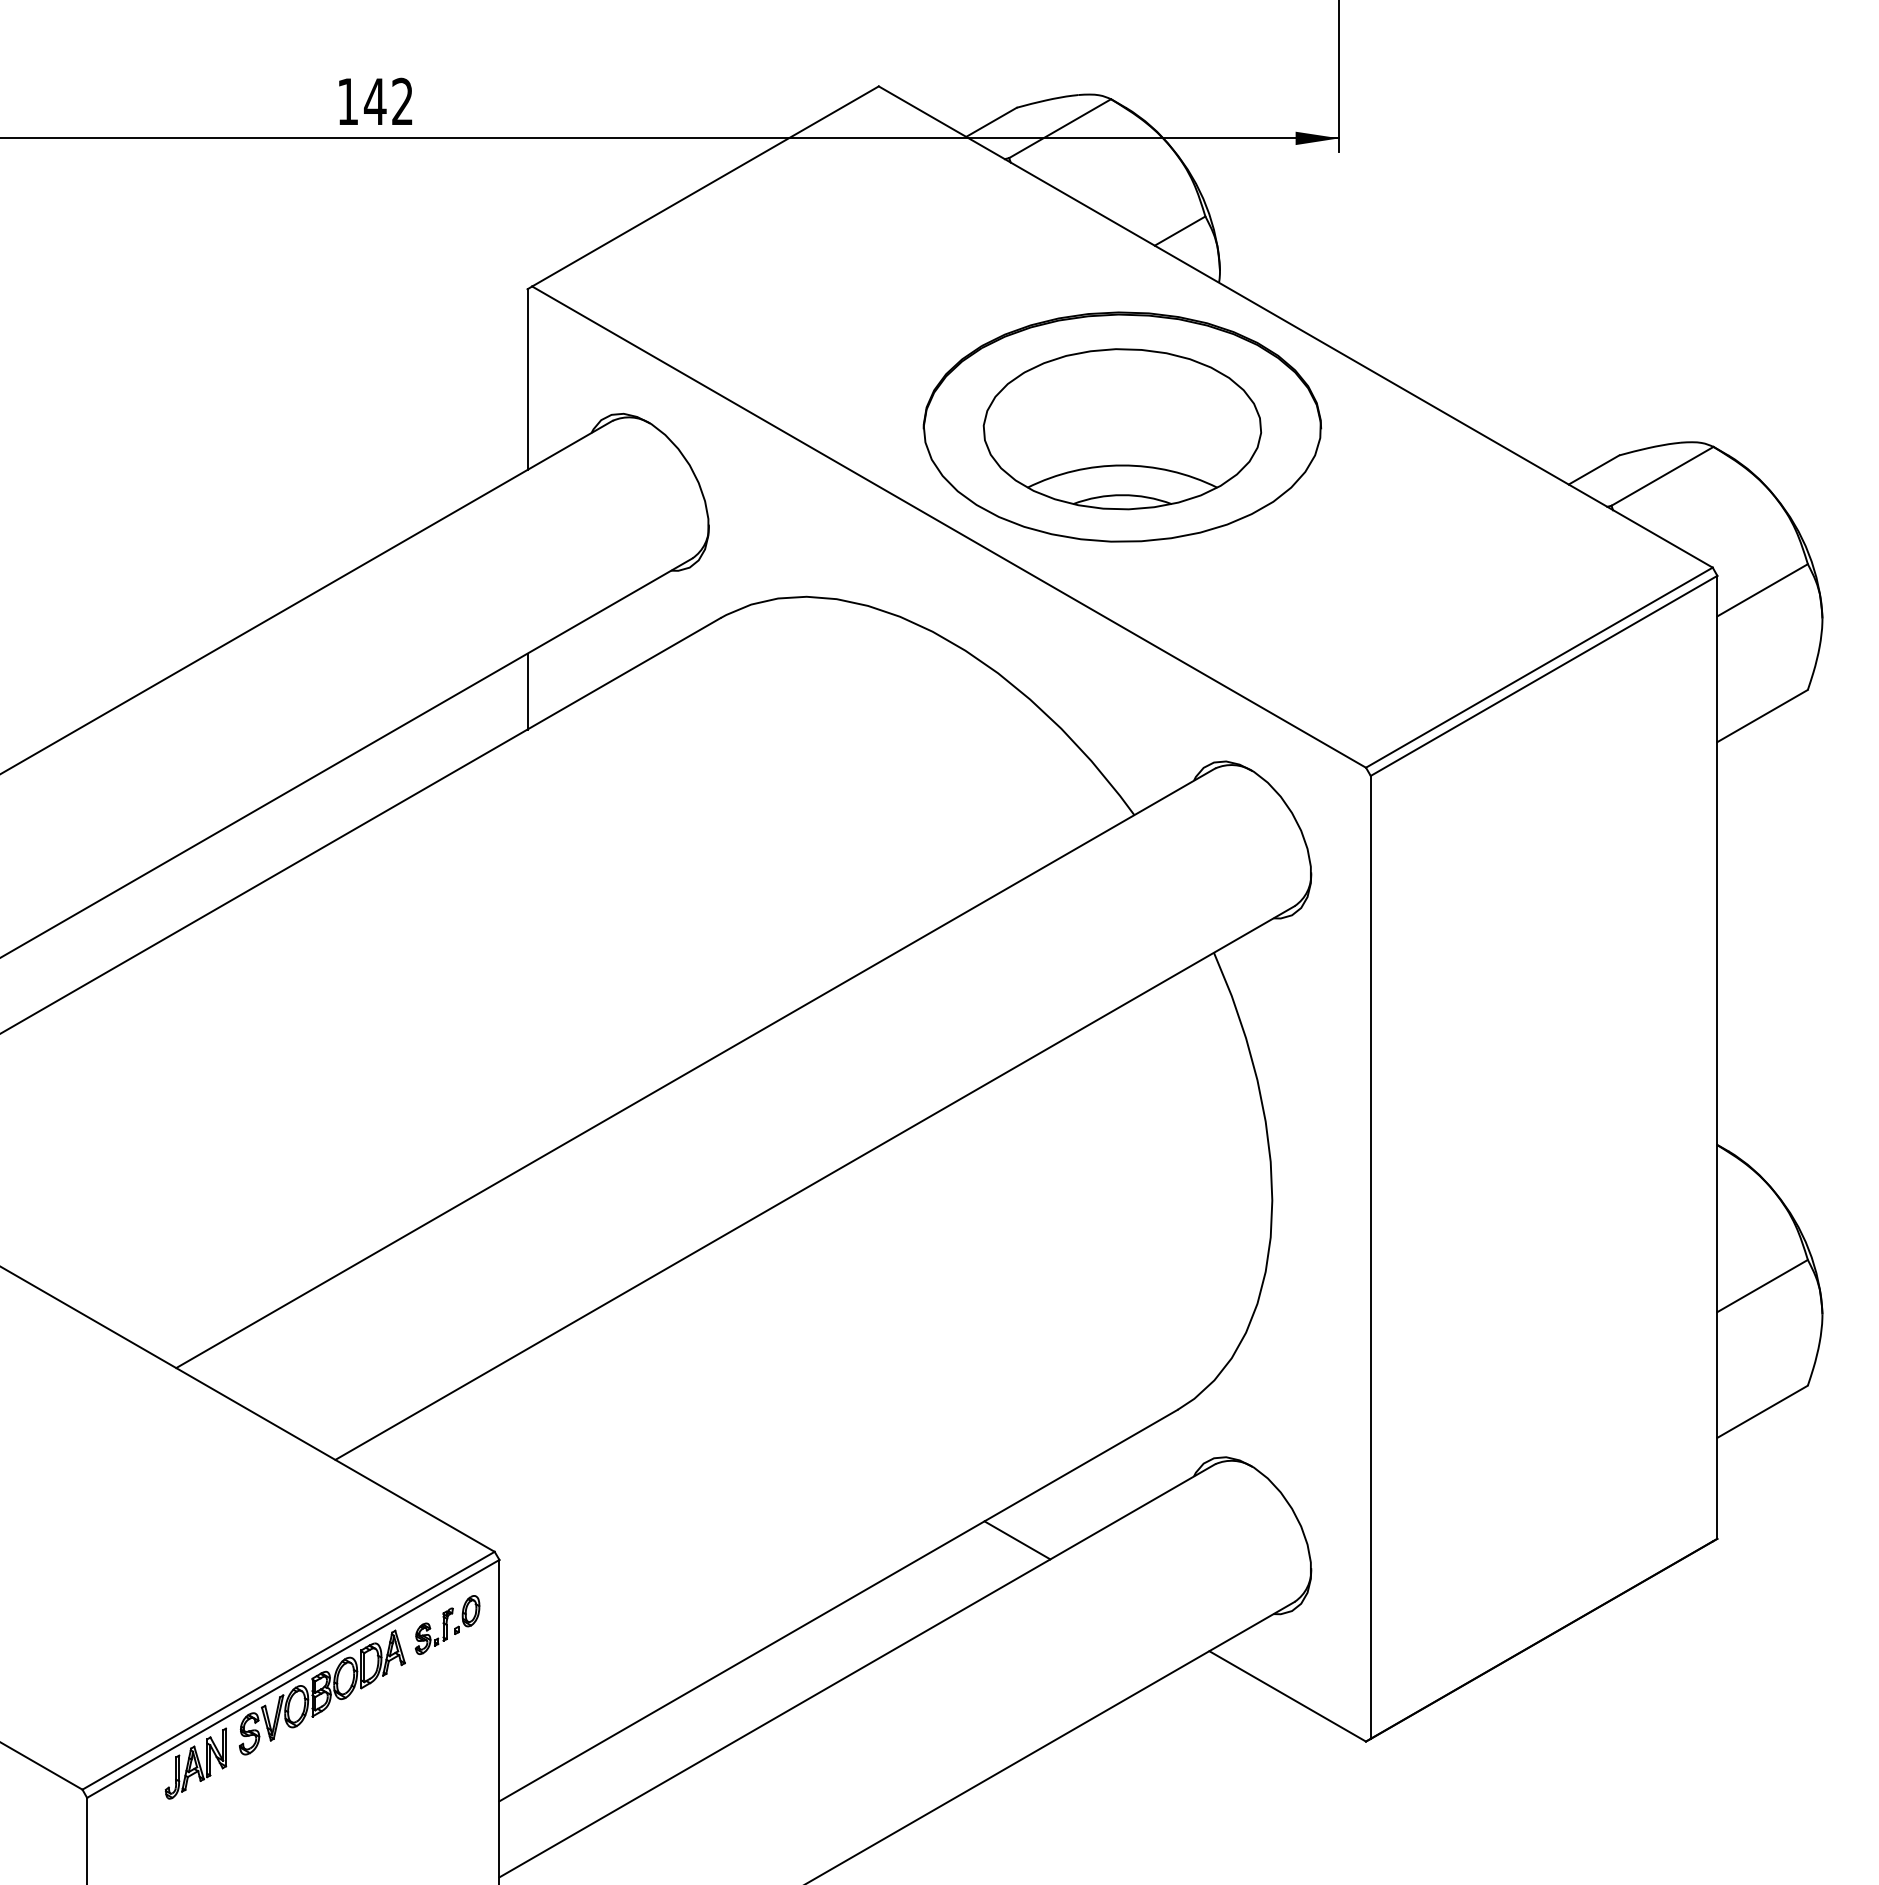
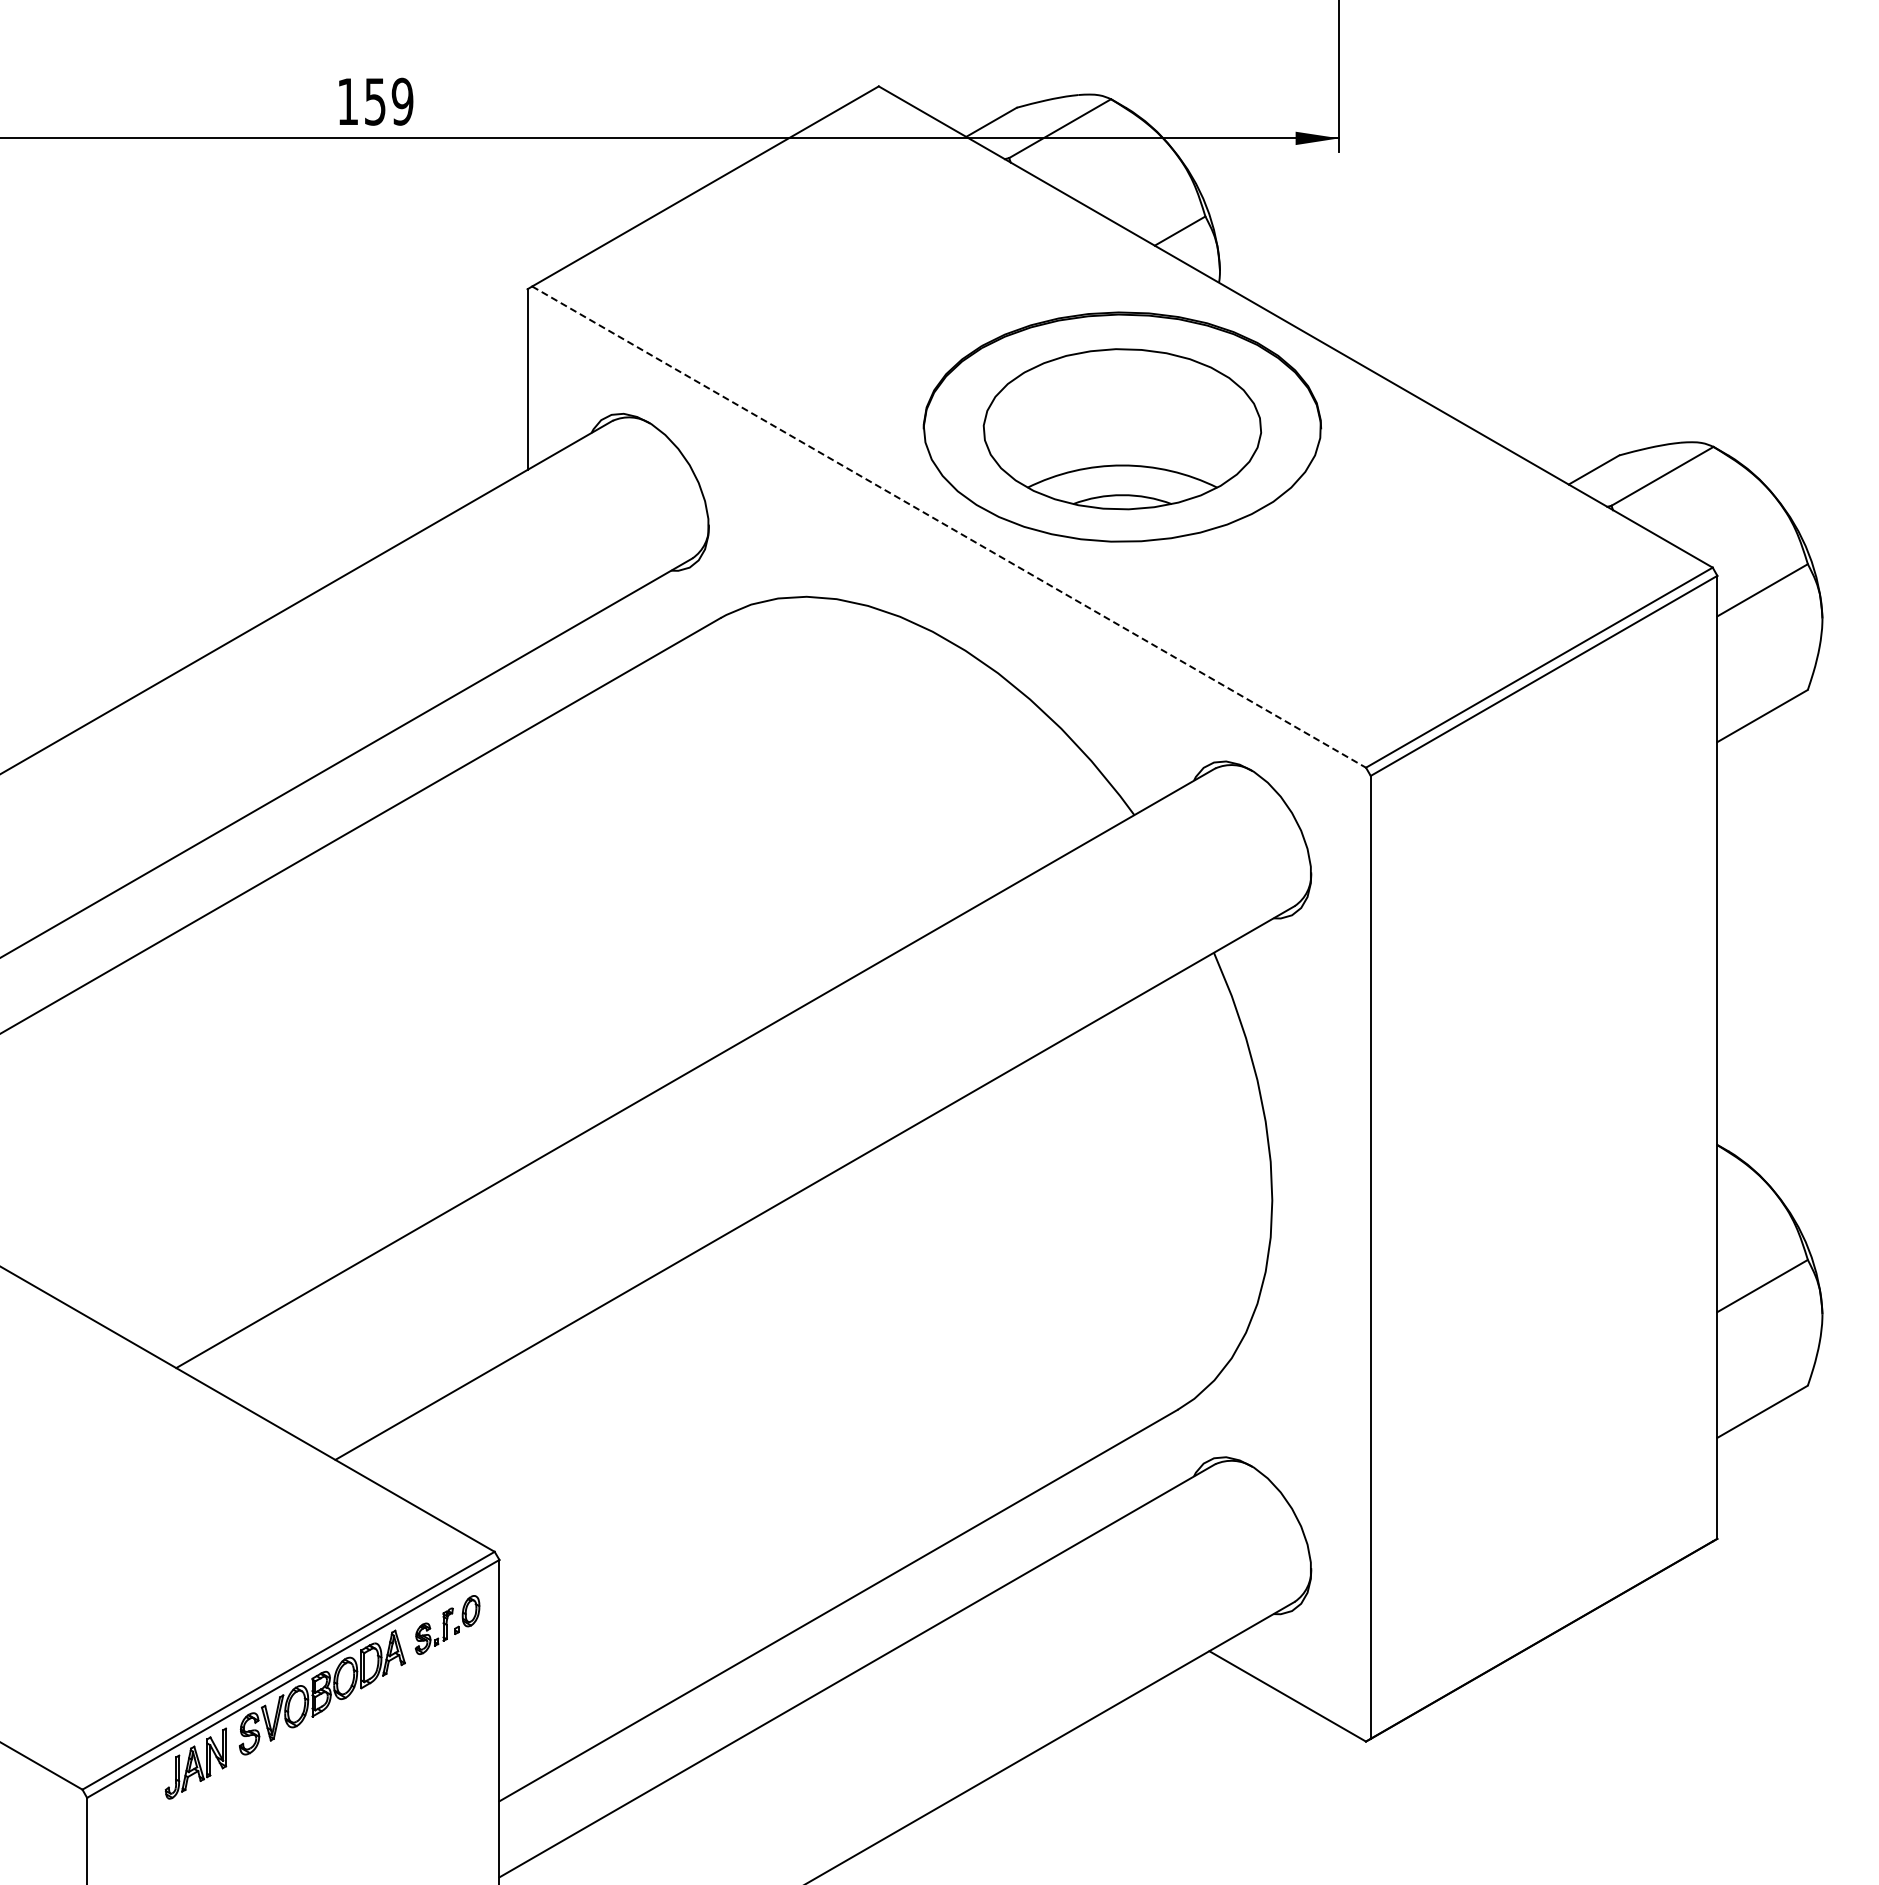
text at (388, 101): 142 -> 159
line at (949, 527): solid -> dashed
line at (527, 691): present -> none
line at (1017, 1540): present -> none
